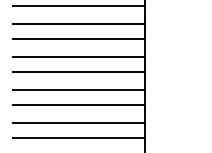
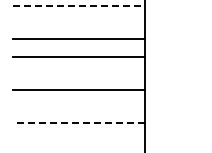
line at (78, 6): solid -> dashed
line at (78, 23): present -> none
line at (78, 72): present -> none
line at (78, 105): present -> none
line at (78, 122): solid -> dashed
line at (78, 138): present -> none
